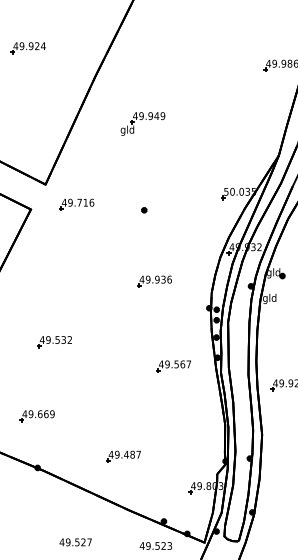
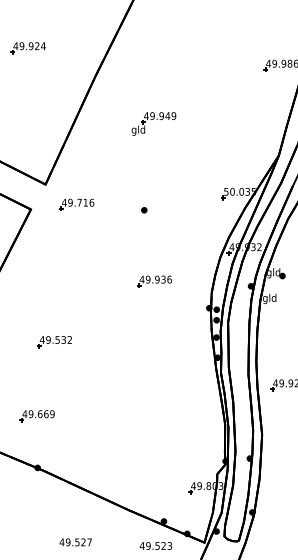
part at (142, 123) position: (142, 123) -> (153, 123)
part at (173, 366): present -> none
part at (123, 456): present -> none
